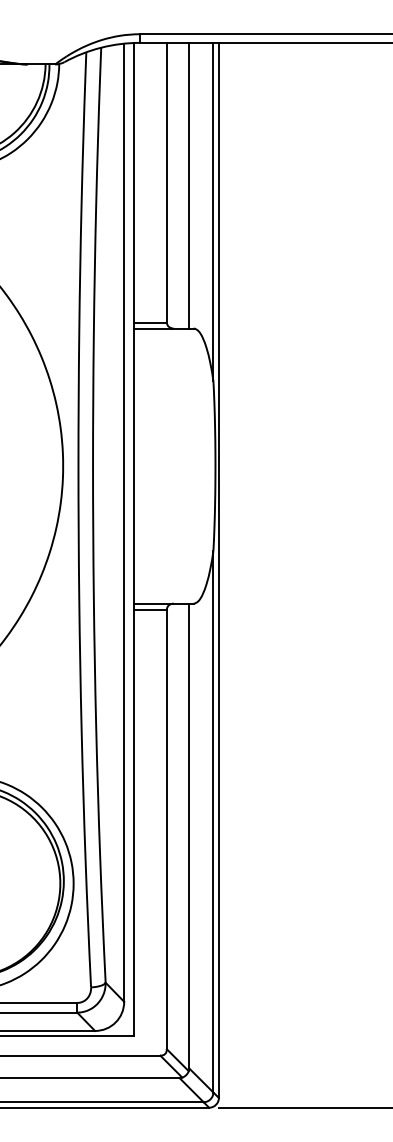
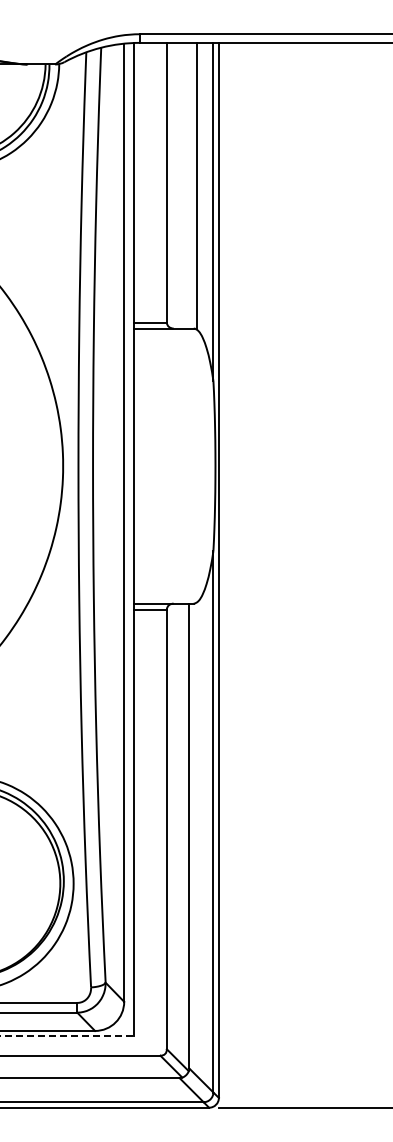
line at (189, 185) position: (189, 185) -> (197, 185)
line at (67, 1035): solid -> dashed
